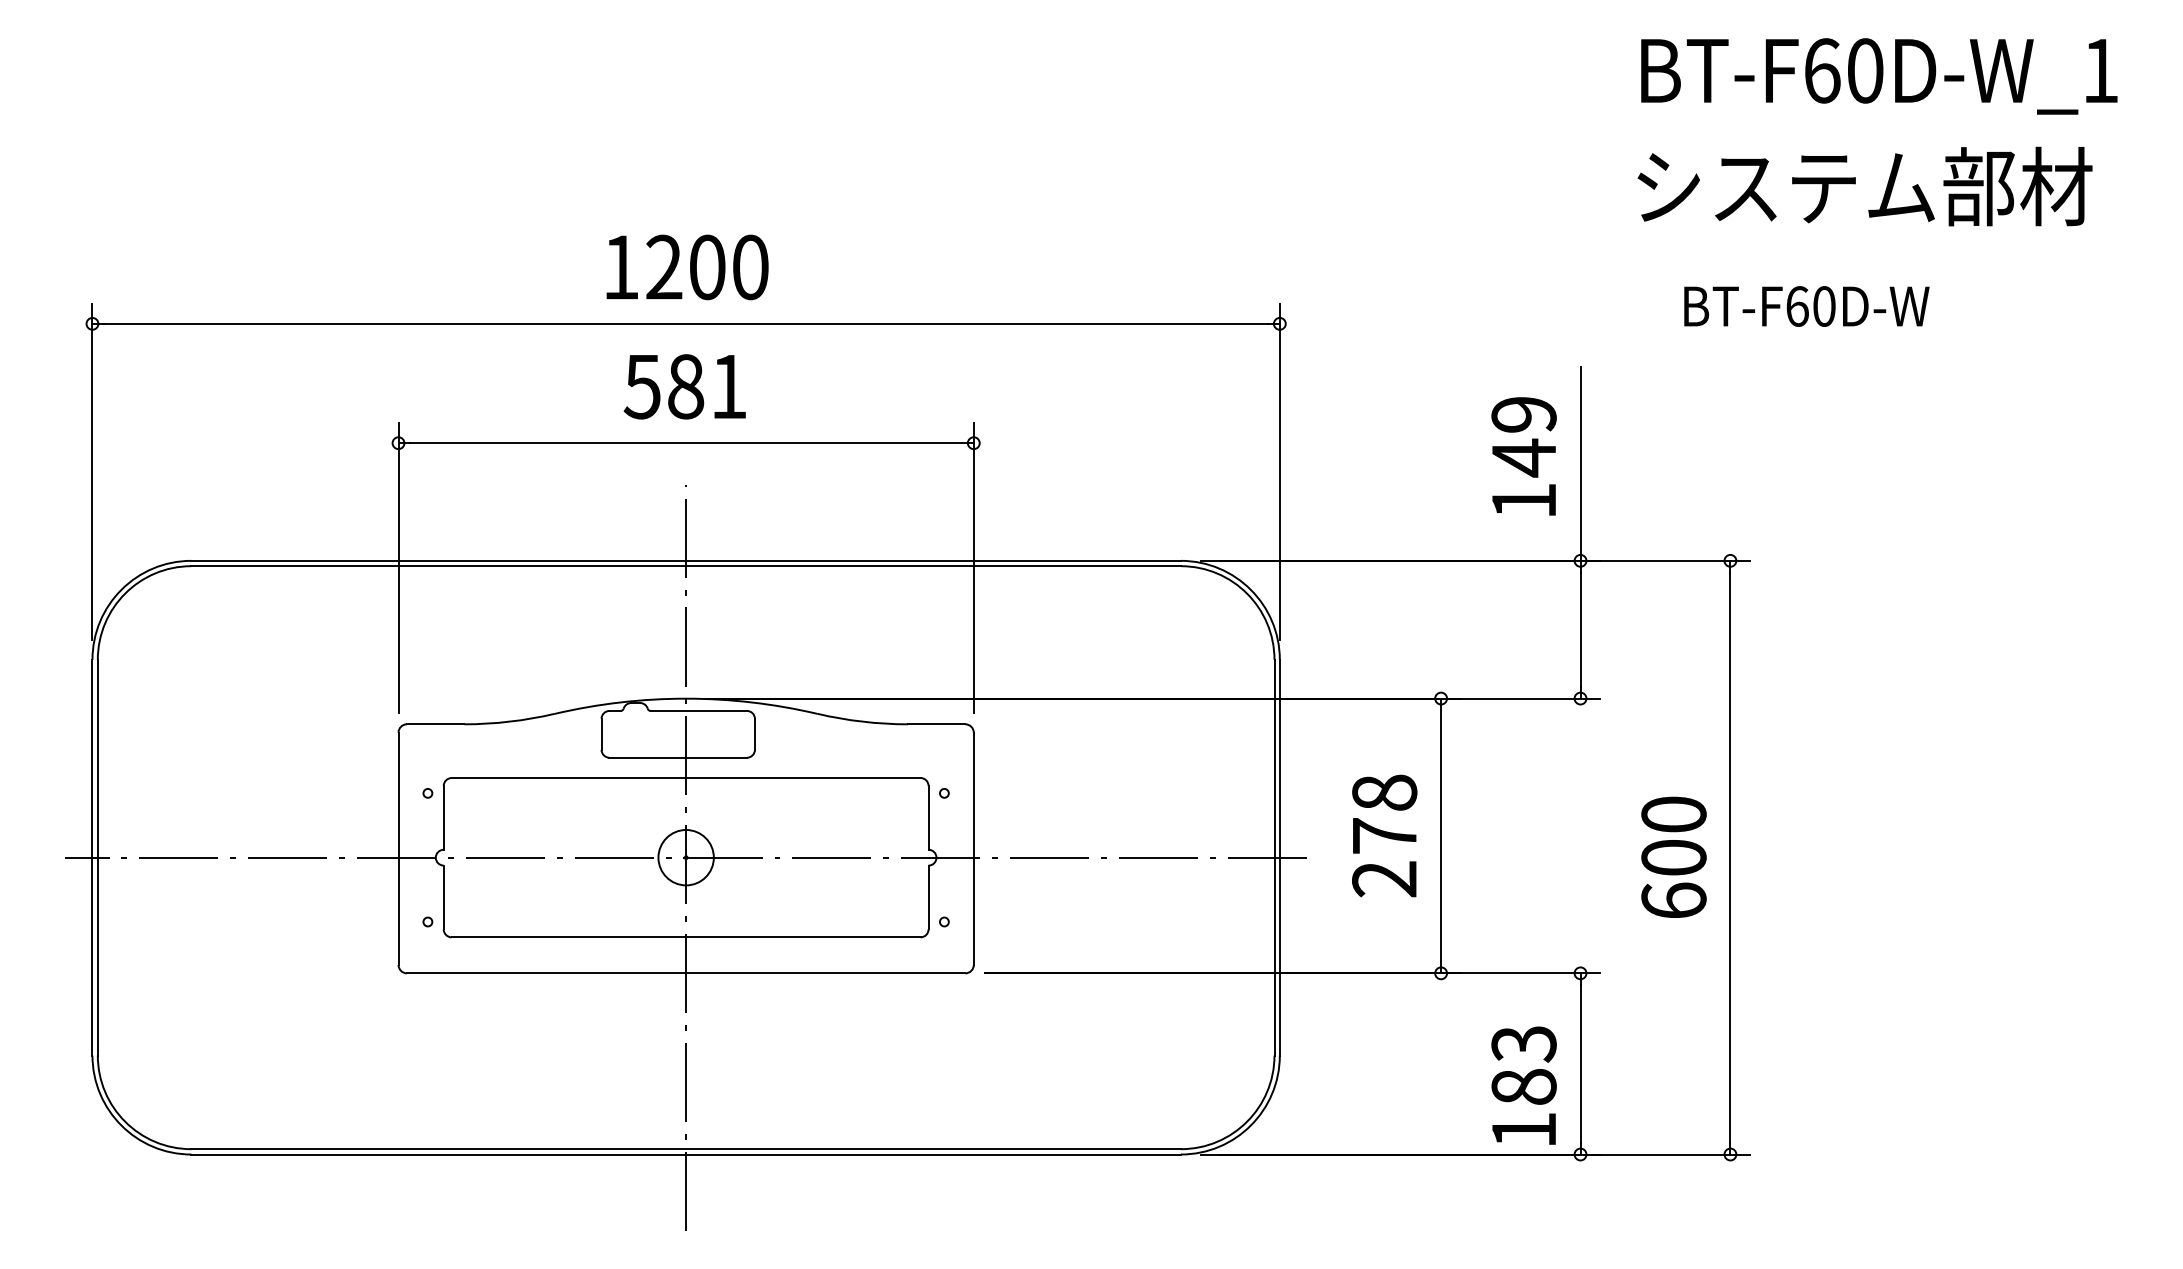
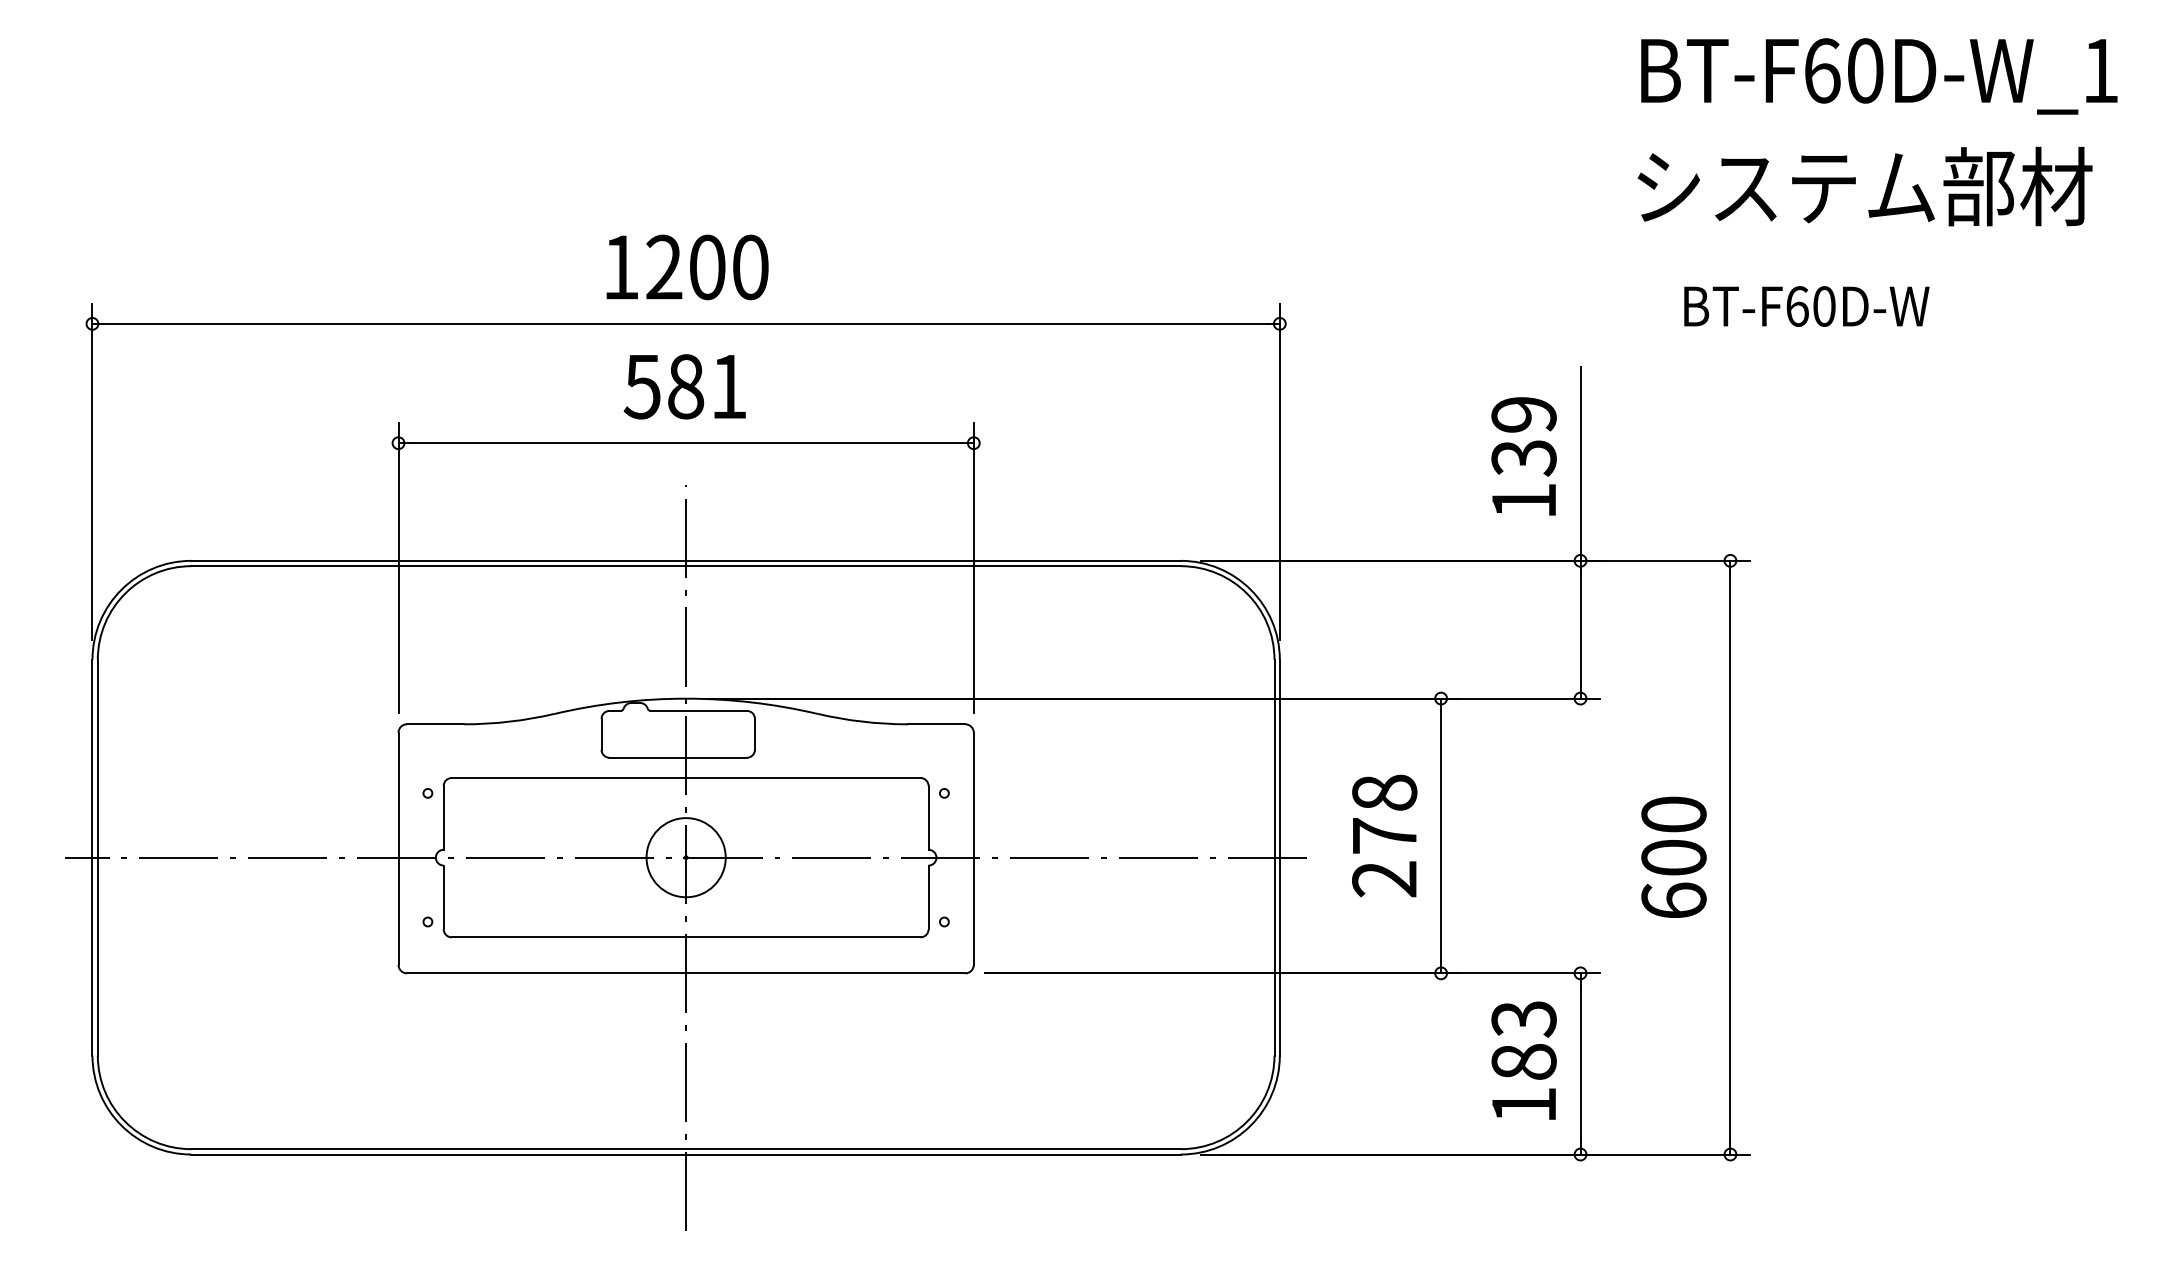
text at (1523, 457): 149 -> 139
circle at (685, 857) diameter: 55 px -> 79 px
text at (1523, 1085) position: (1523, 1085) -> (1523, 1060)
